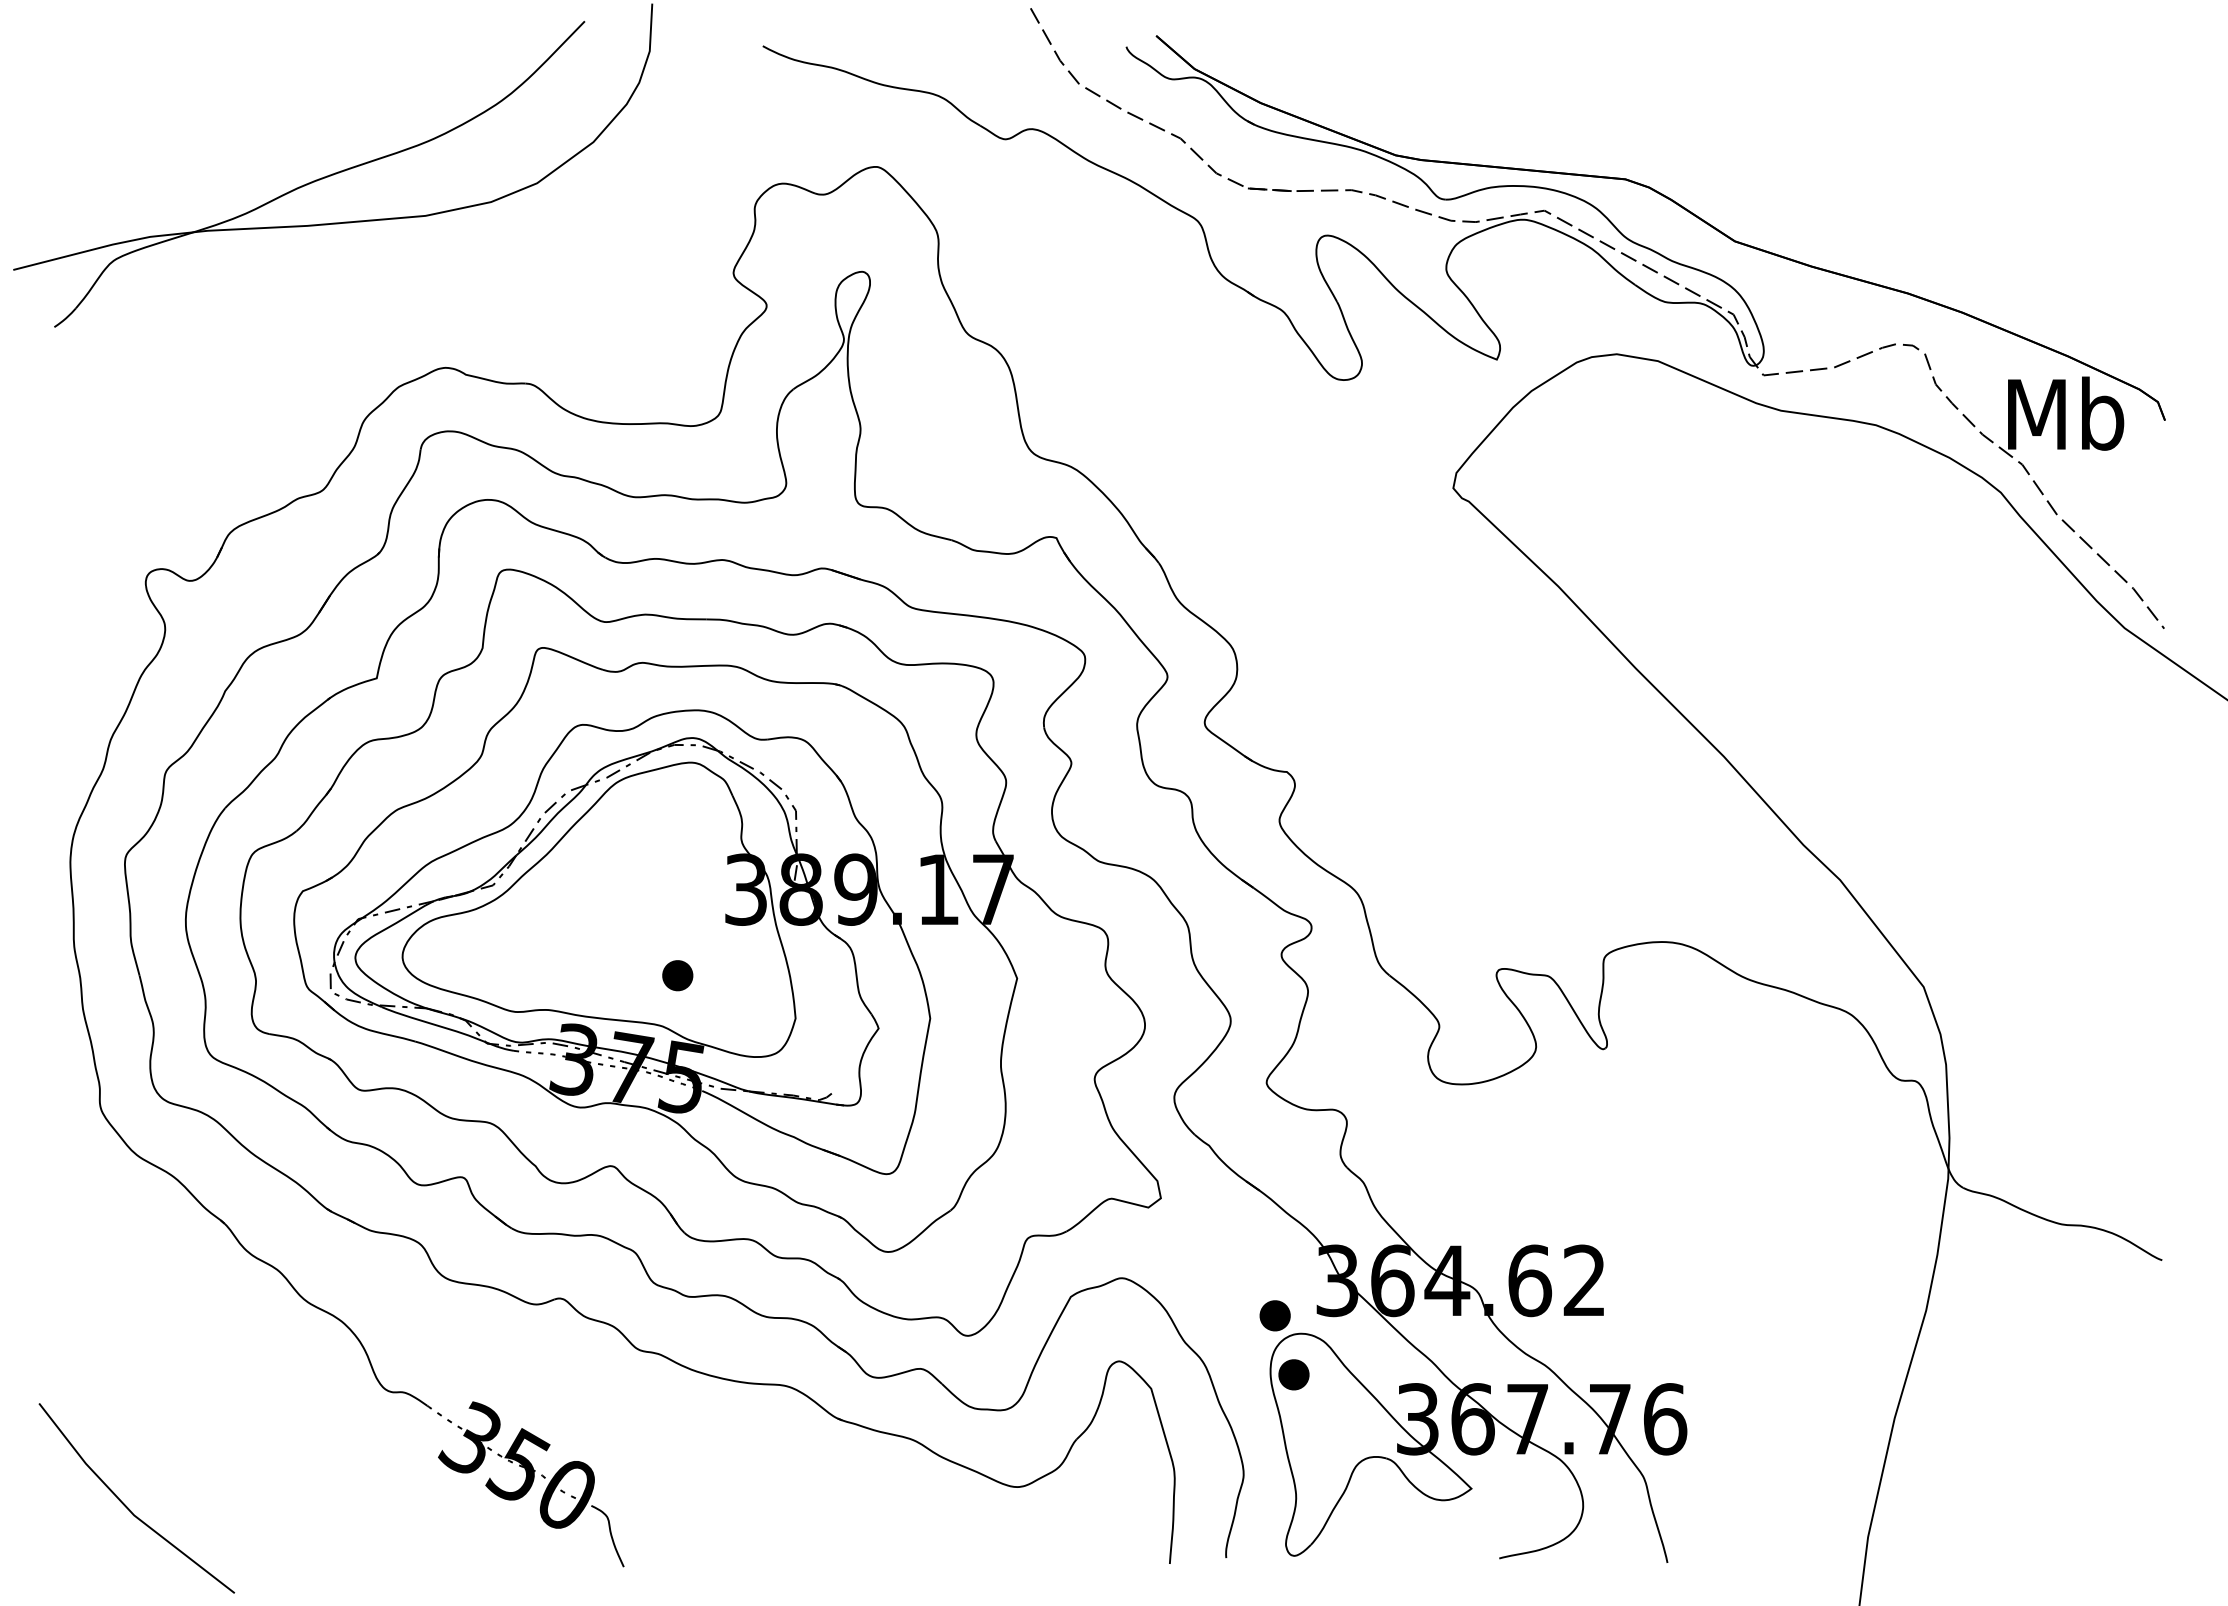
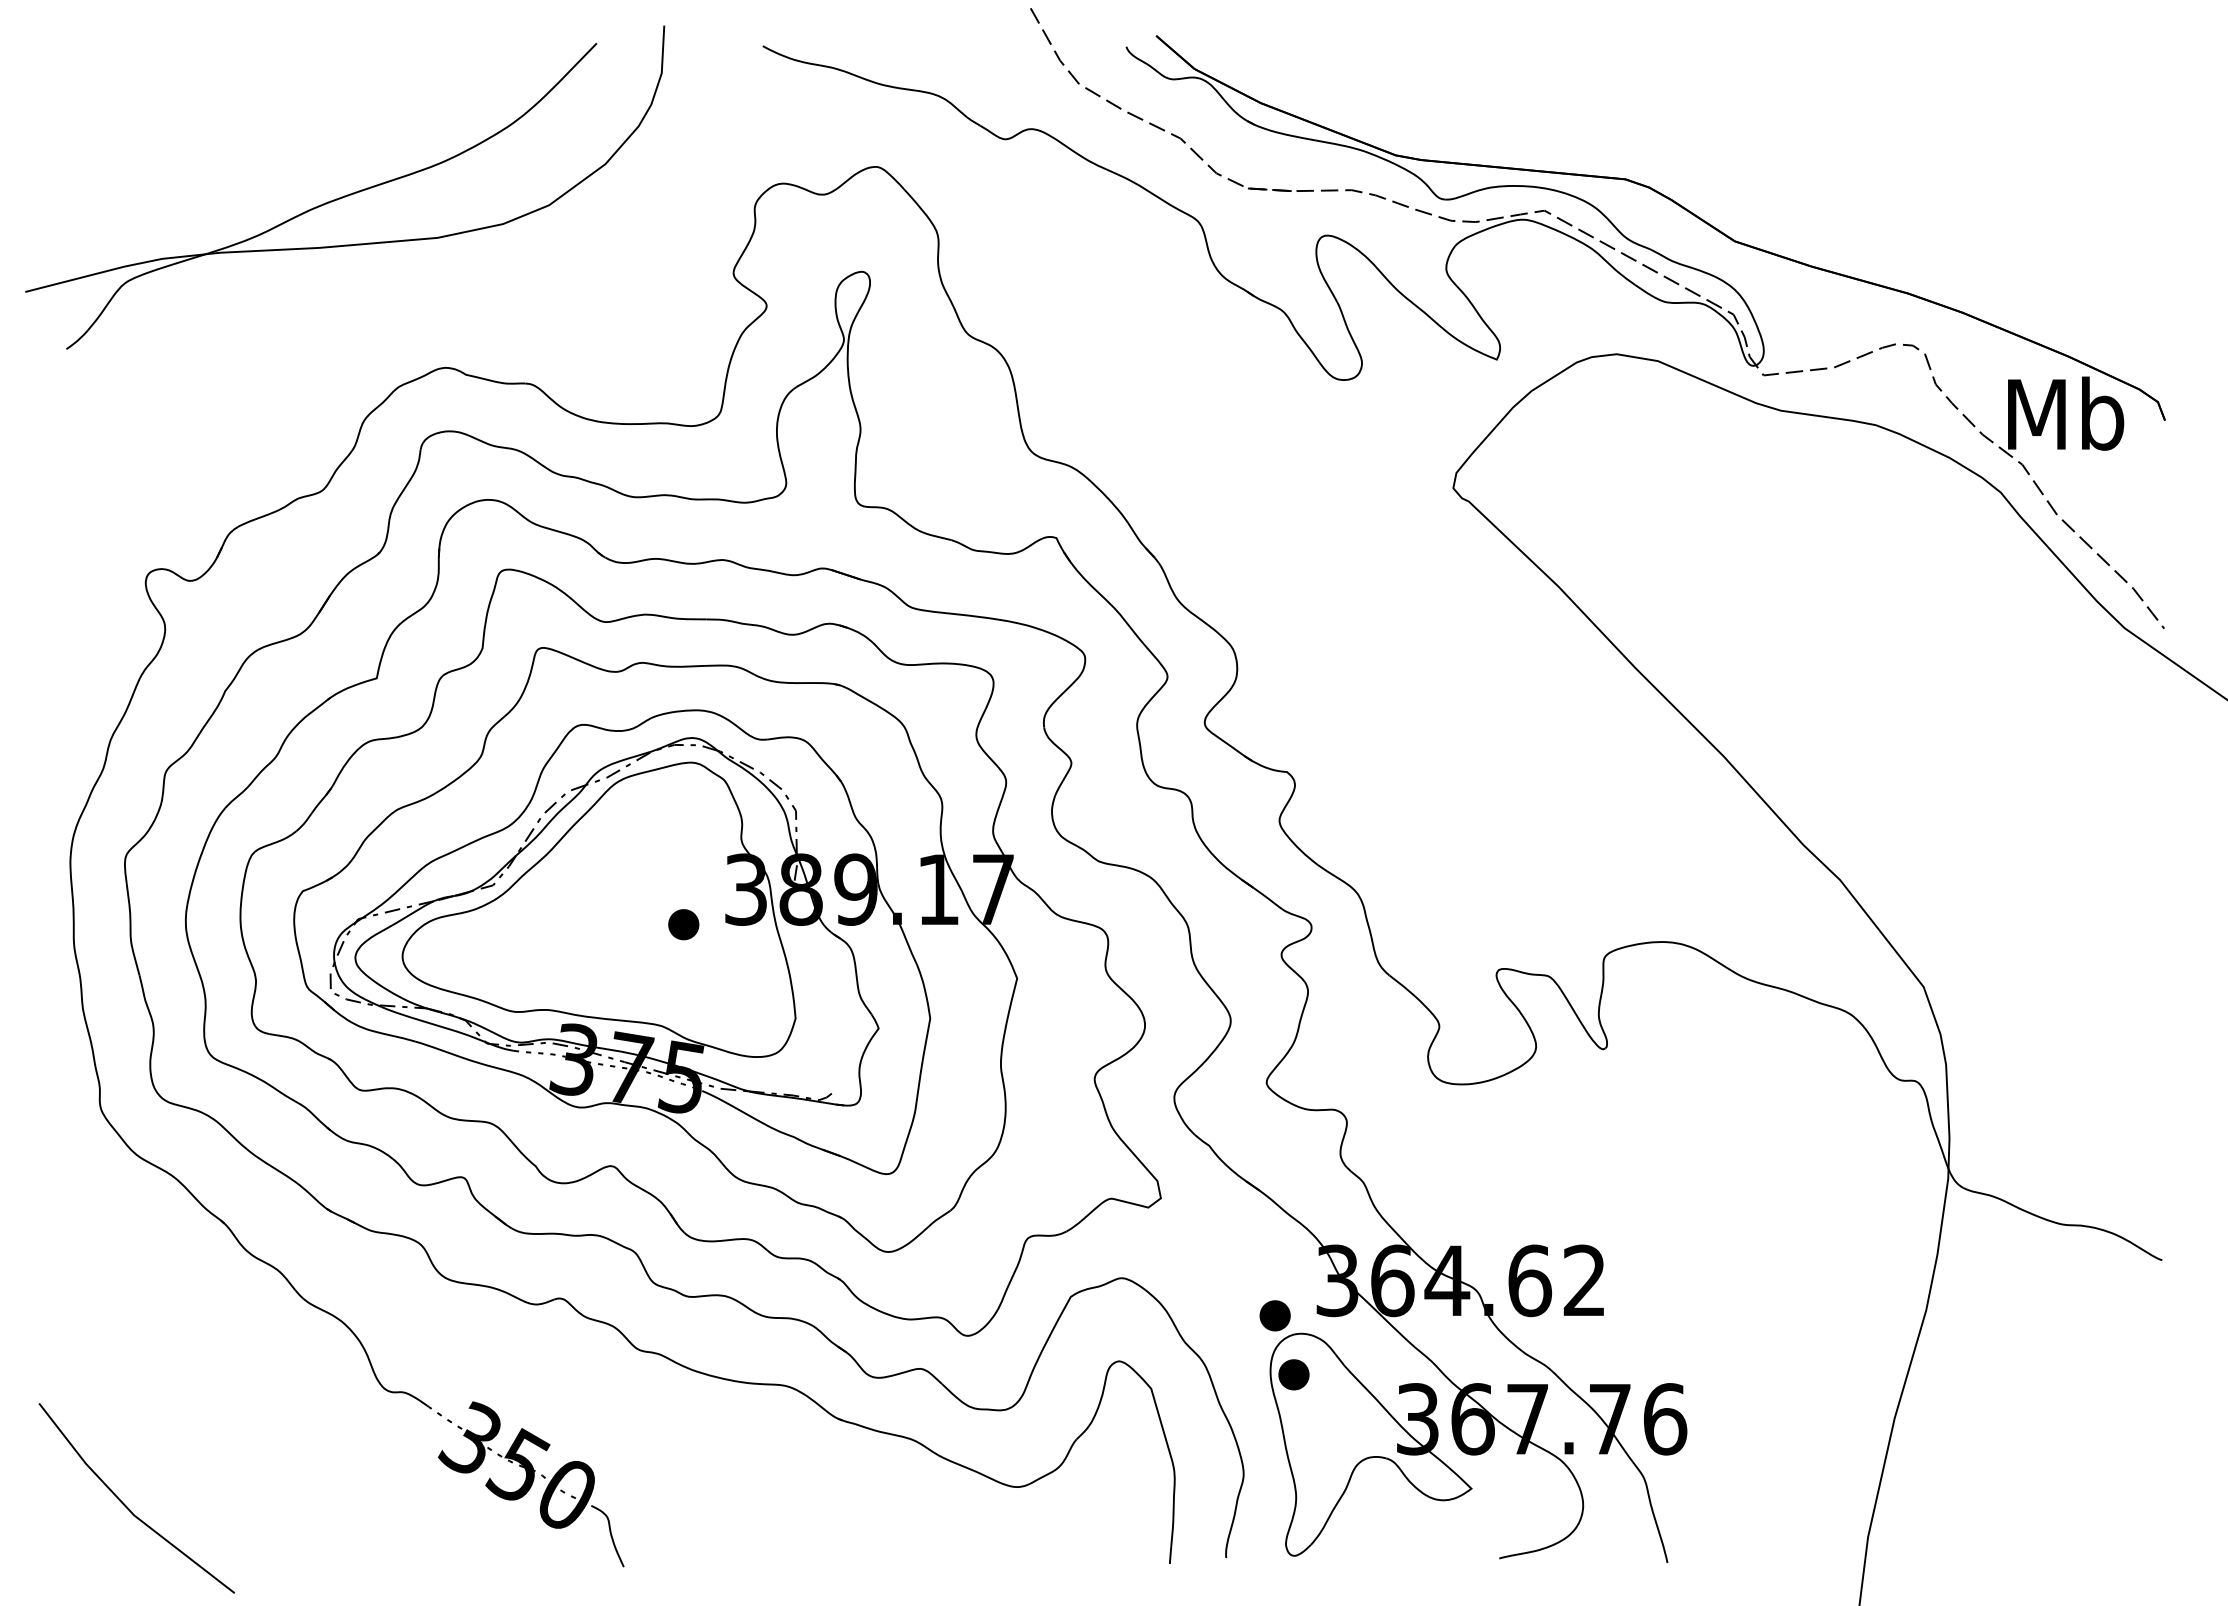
part at (335, 172) position: (335, 172) -> (347, 194)
part at (677, 975) position: (677, 975) -> (683, 924)
